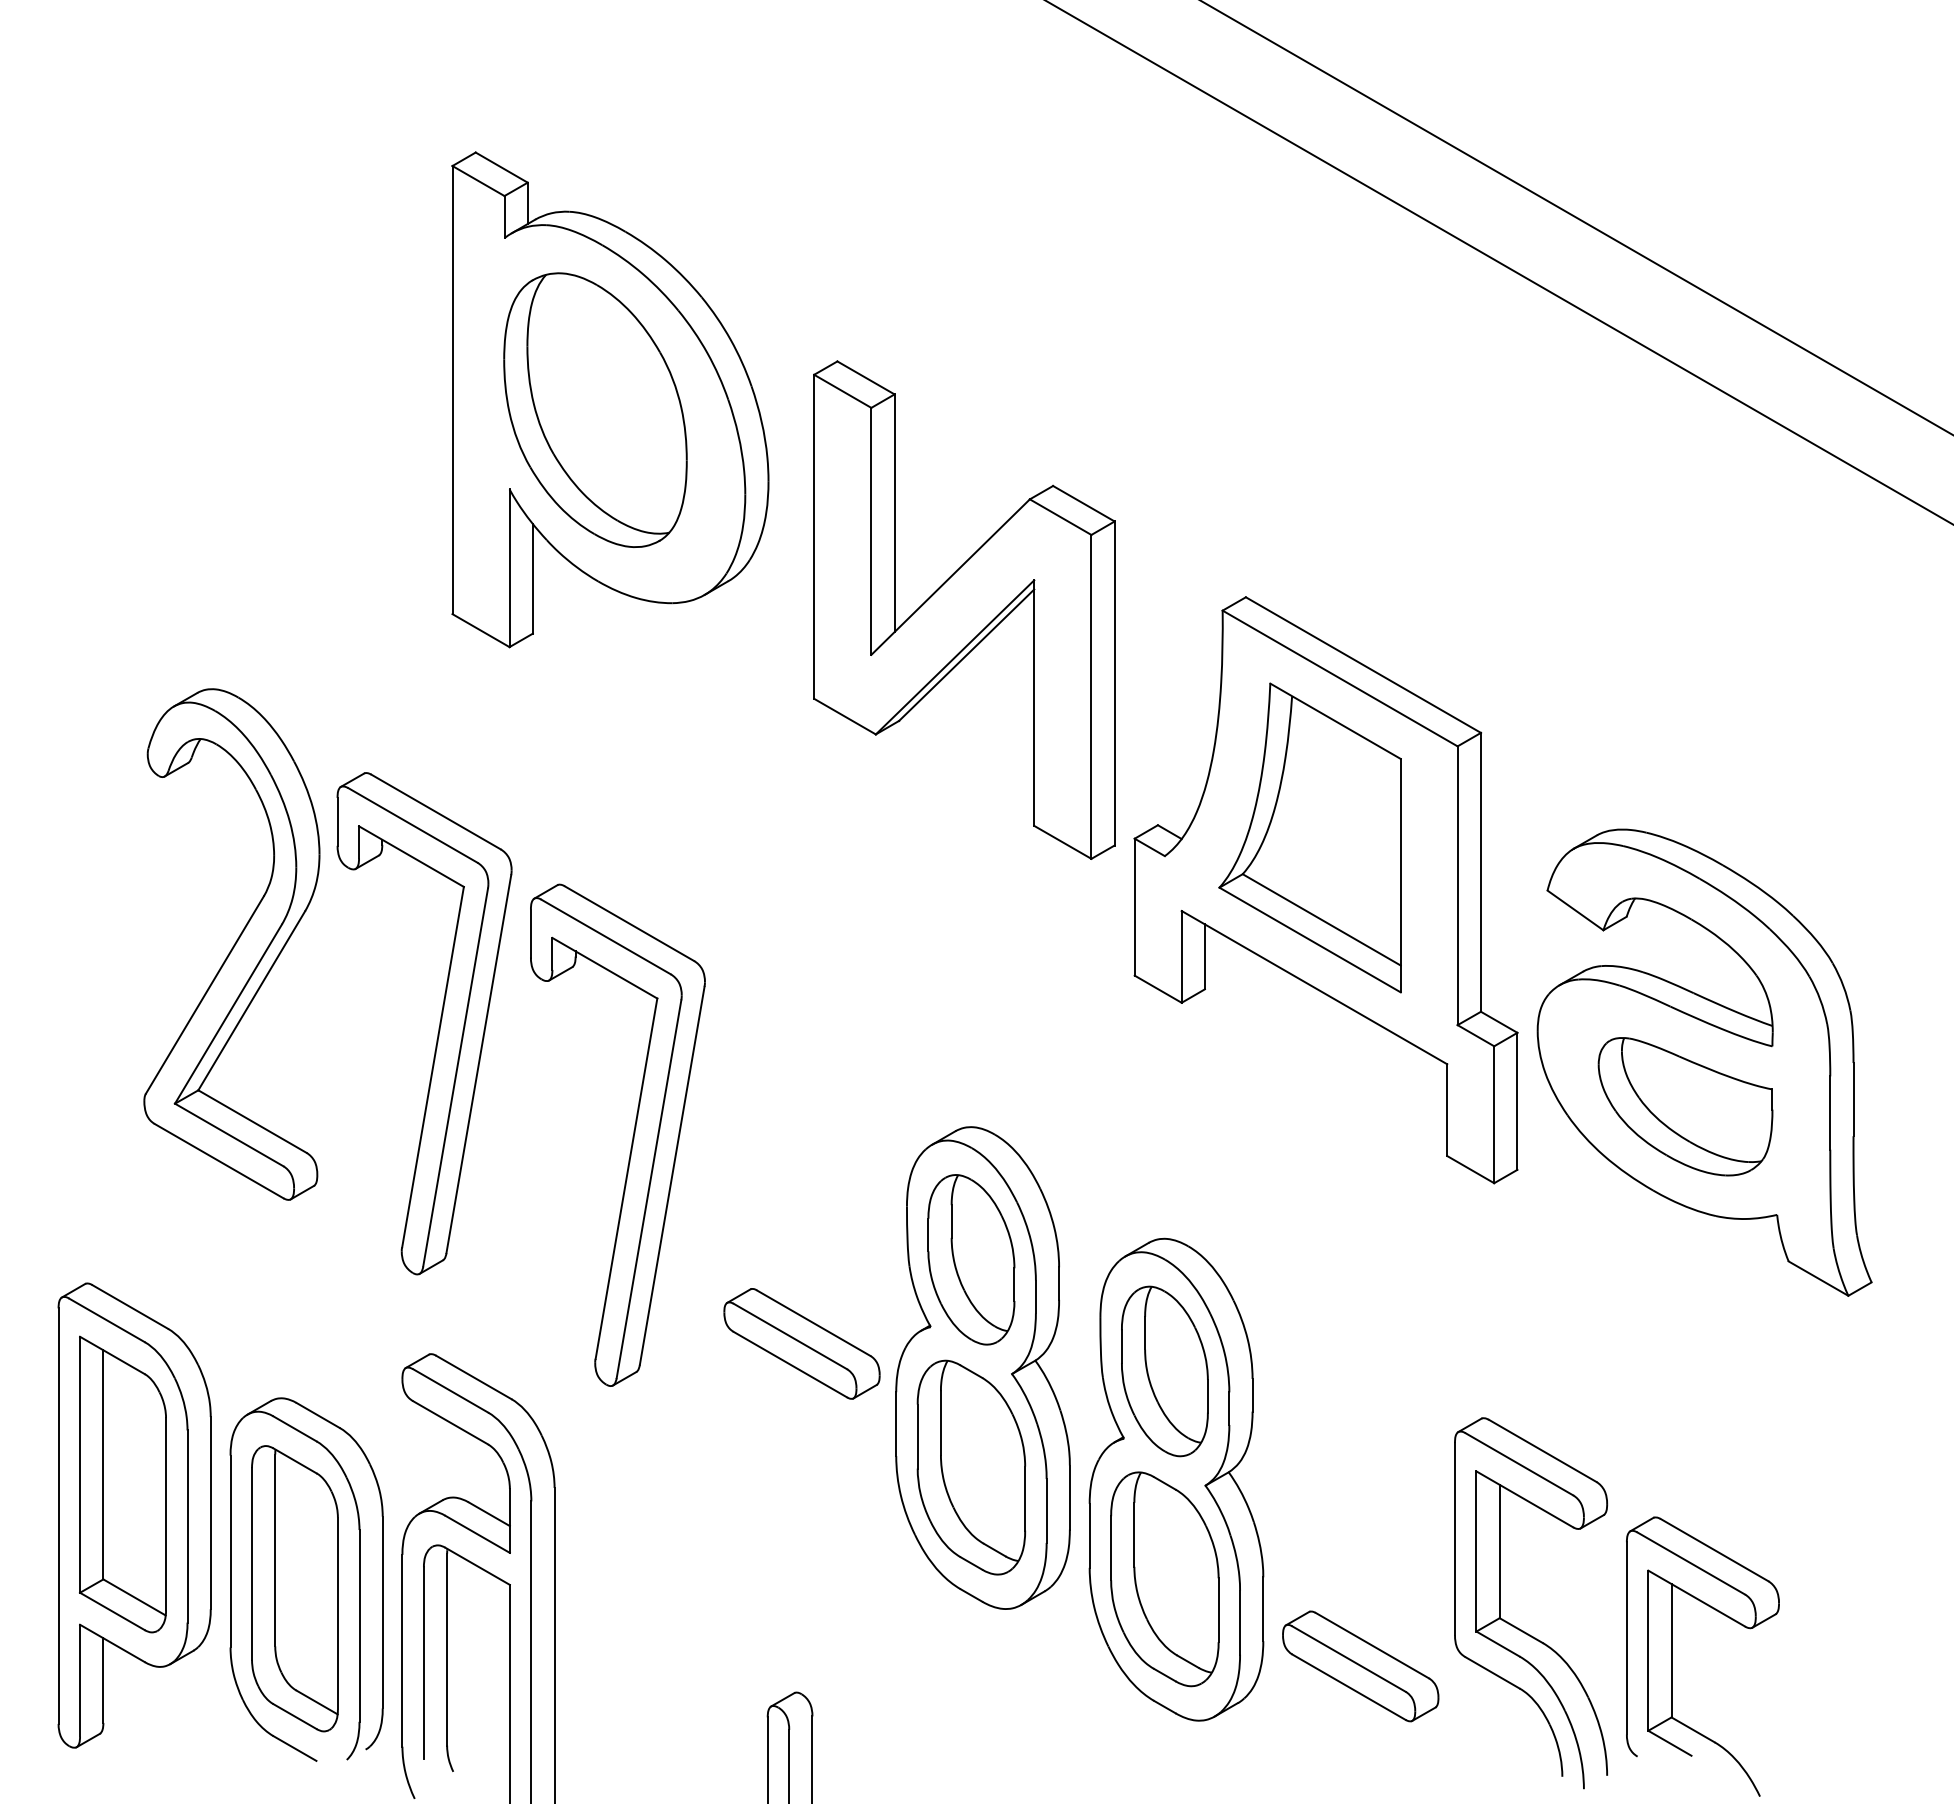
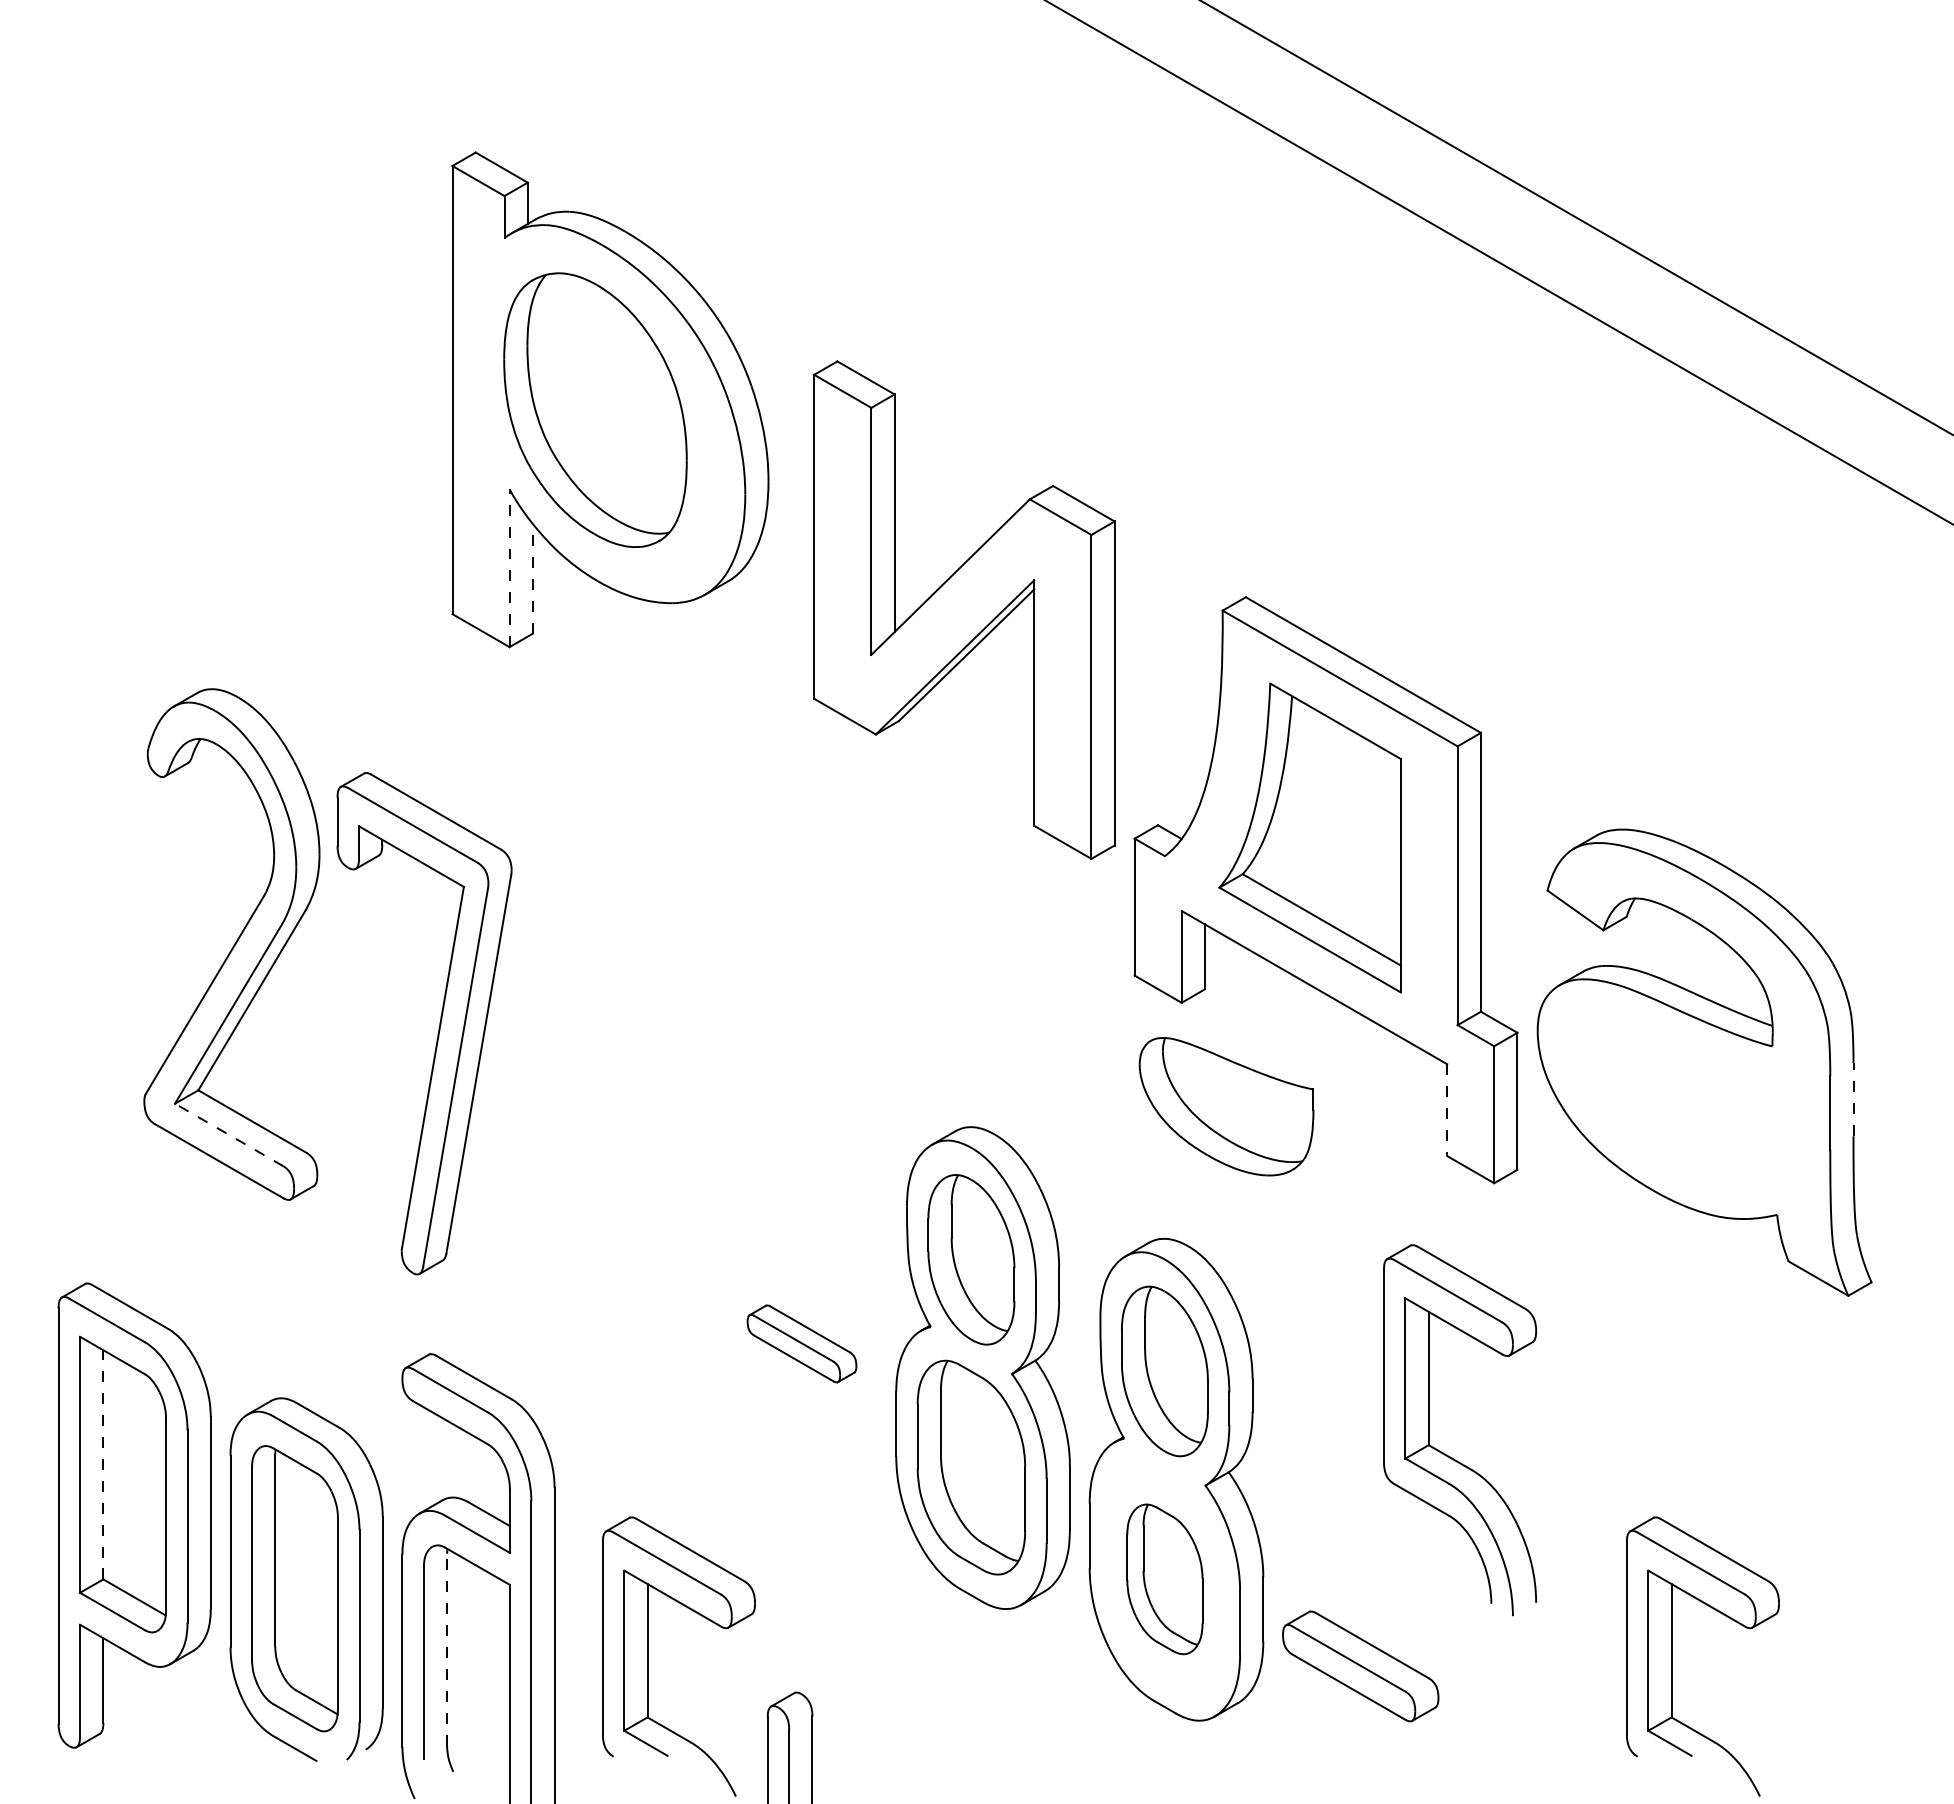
line at (509, 568): solid -> dashed
line at (532, 578): solid -> dashed
line at (1853, 1099): solid -> dashed
part at (1685, 1106) position: (1685, 1106) -> (1226, 1106)
line at (1447, 1110): solid -> dashed
line at (229, 1134): solid -> dashed
part at (632, 1136): present -> none
part at (801, 1343) size: 158x112 px -> 112x80 px
line at (103, 1464): solid -> dashed
part at (1164, 1579) size: 110x217 px -> 78x153 px
part at (1518, 1627) position: (1518, 1627) -> (1447, 1454)
line at (447, 1649): solid -> dashed
part at (648, 1656): none -> present
